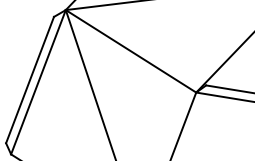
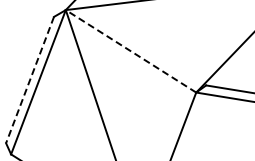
line at (130, 51): solid -> dashed
line at (30, 80): solid -> dashed
